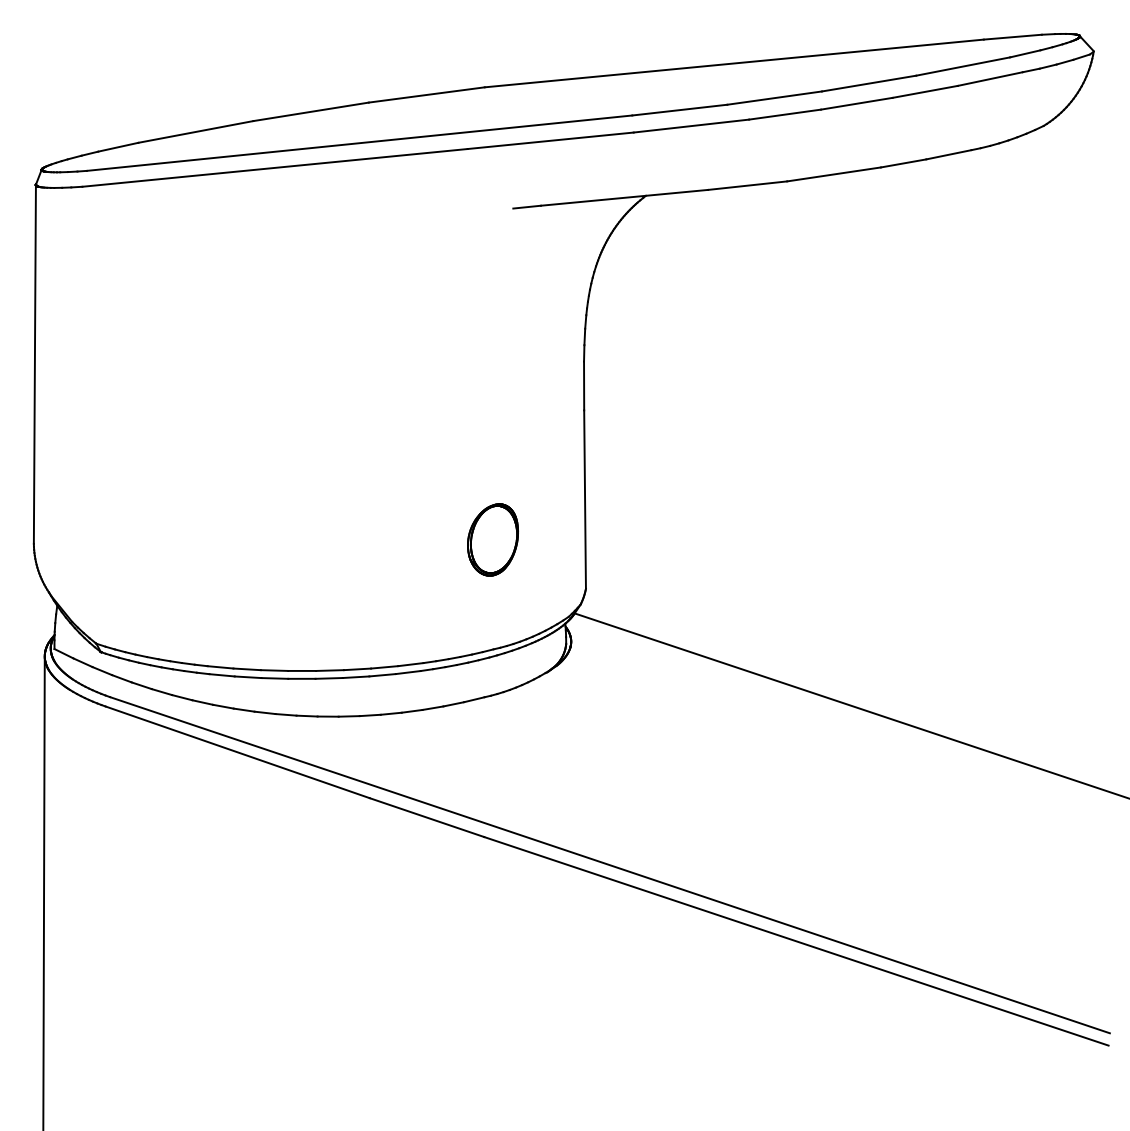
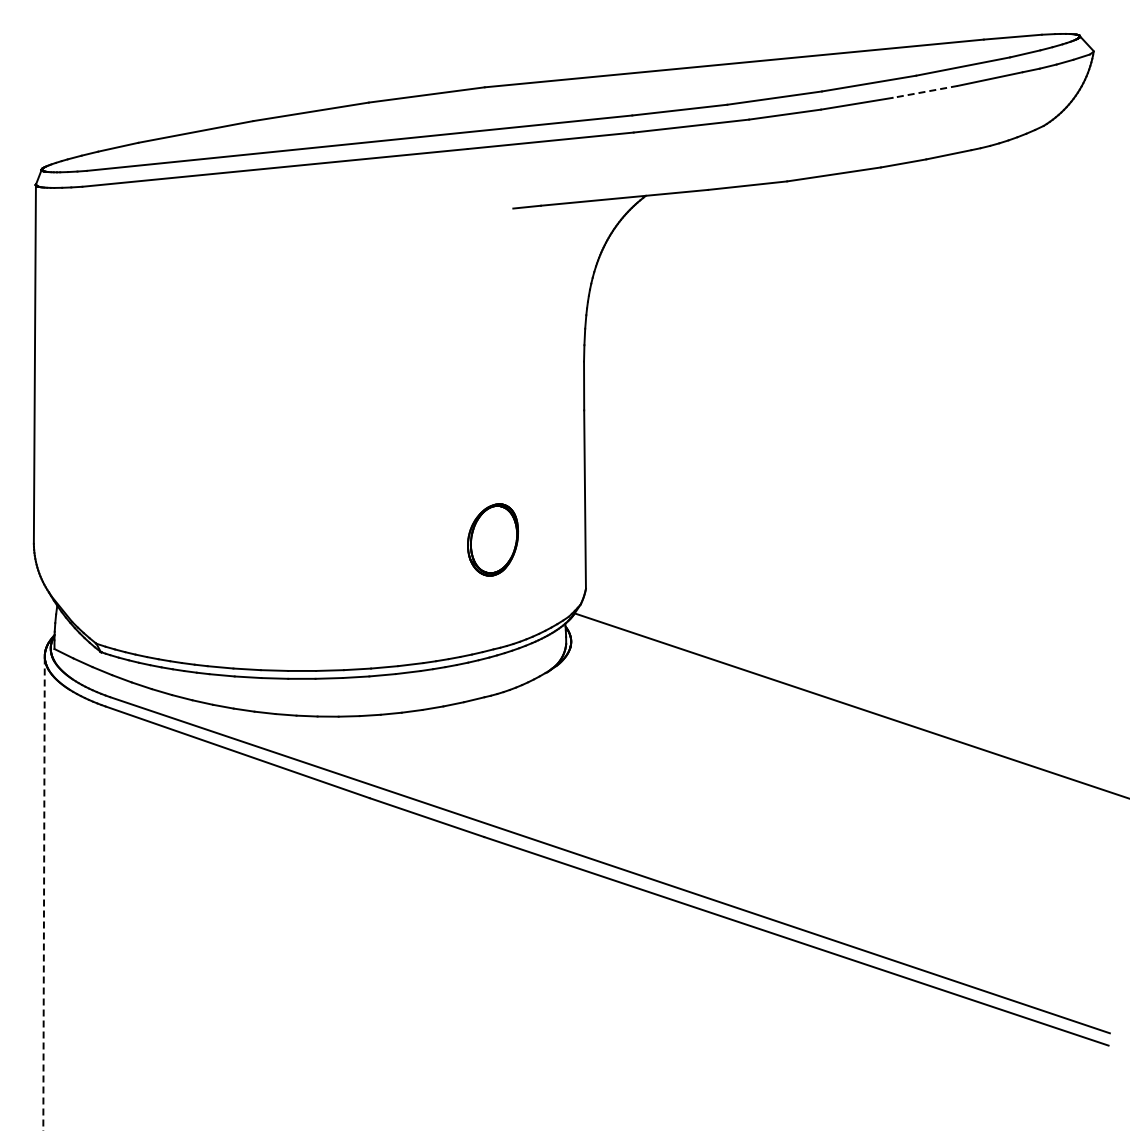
line at (924, 91): solid -> dashed
line at (44, 893): solid -> dashed
